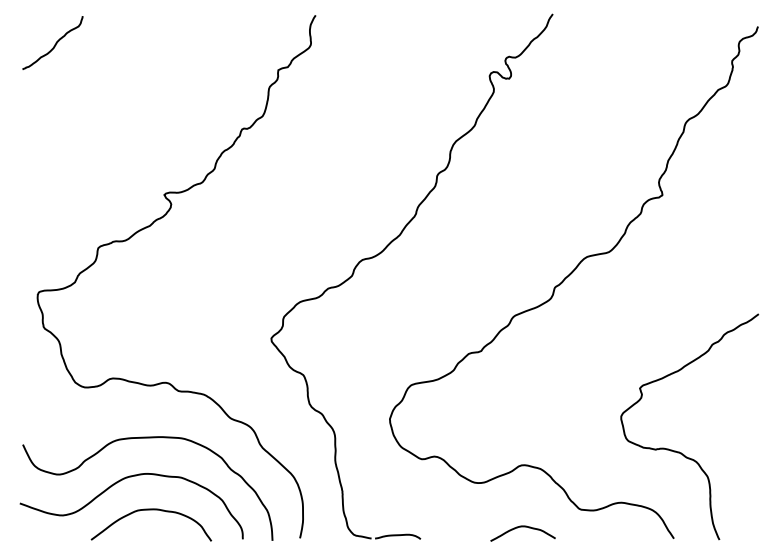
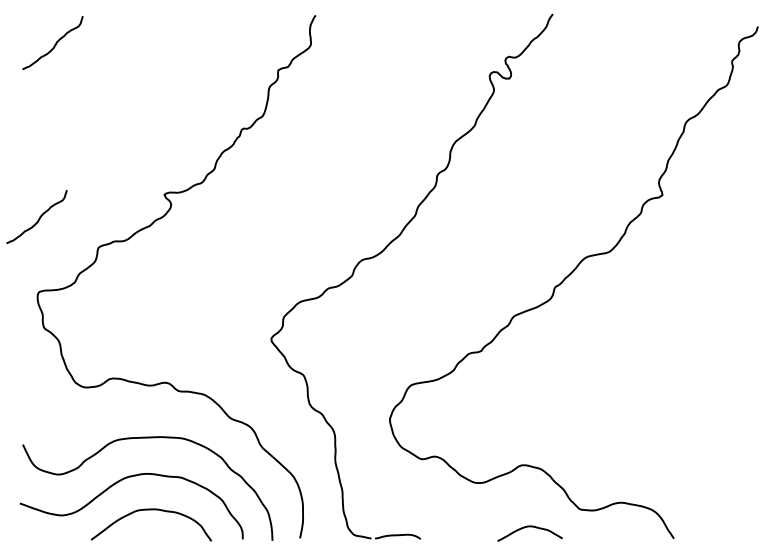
curve at (38, 218): none -> present
curve at (679, 451): present -> none
curve at (522, 527) position: (522, 527) -> (529, 527)
